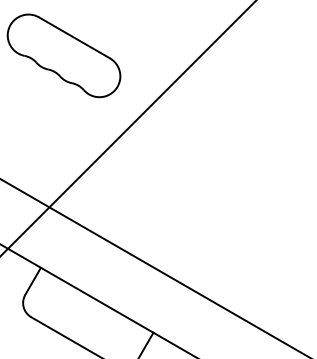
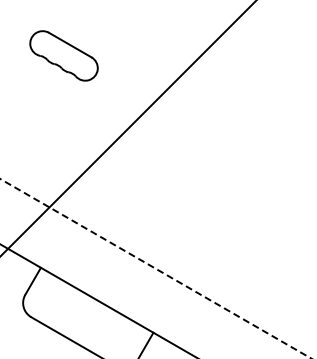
part at (63, 55) size: 116x86 px -> 70x52 px
line at (156, 268): solid -> dashed
